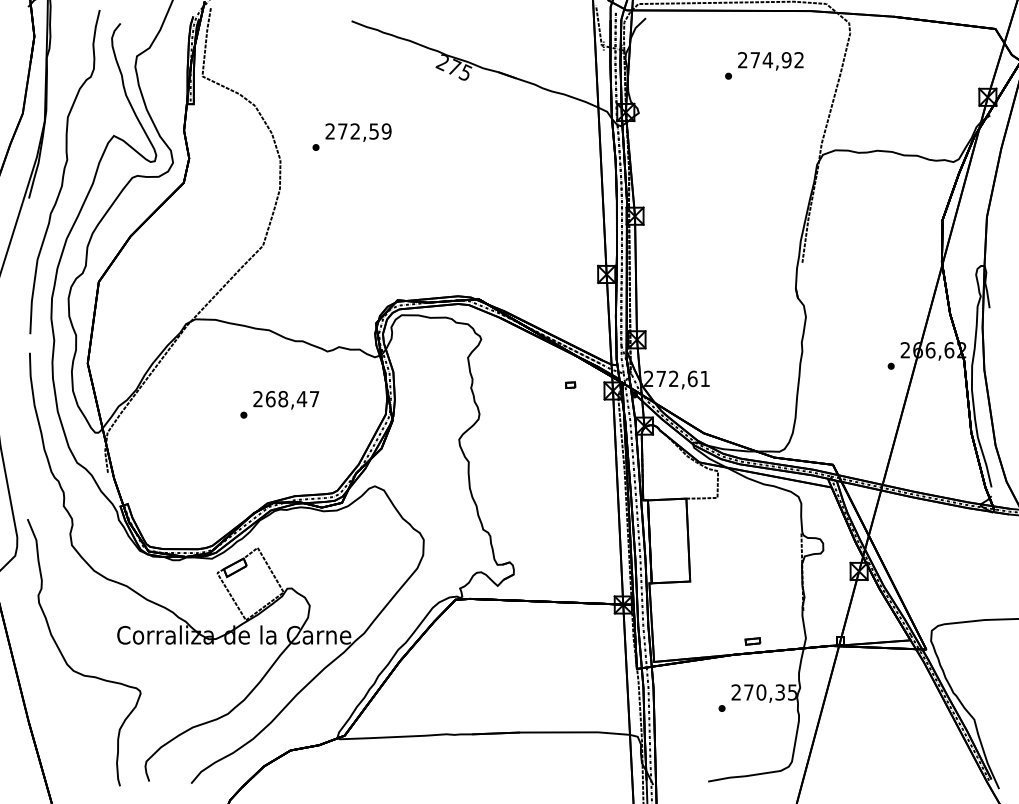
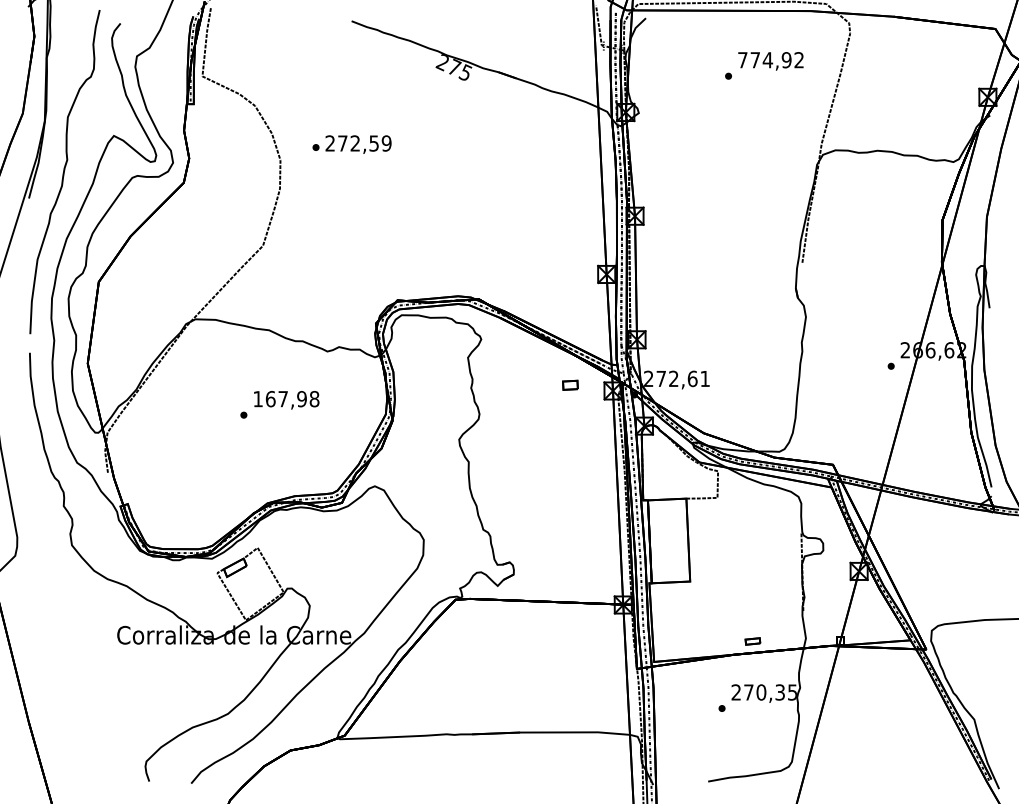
text at (742, 60): 274,92 -> 774,92
text at (358, 132) position: (358, 132) -> (358, 144)
part at (570, 384) size: 12x8 px -> 17x12 px
text at (286, 398): 268,47 -> 167,98
curve at (66, 660): present -> none
